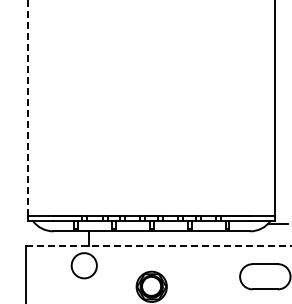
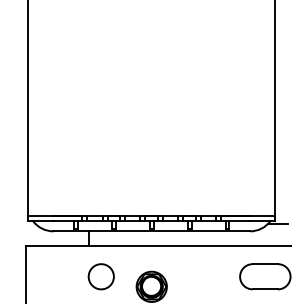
line at (28, 108): dashed -> solid
line at (158, 246): dashed -> solid
circle at (83, 265) position: (83, 265) -> (100, 276)
